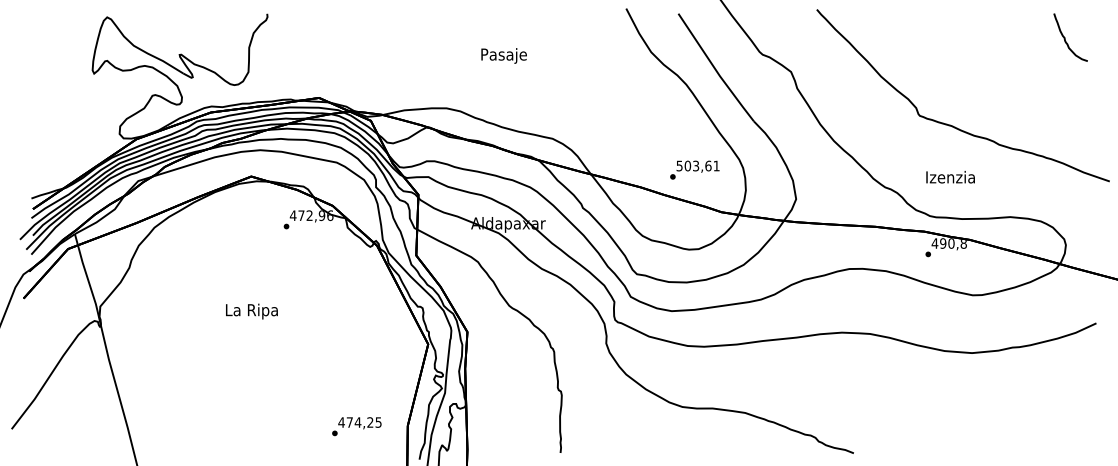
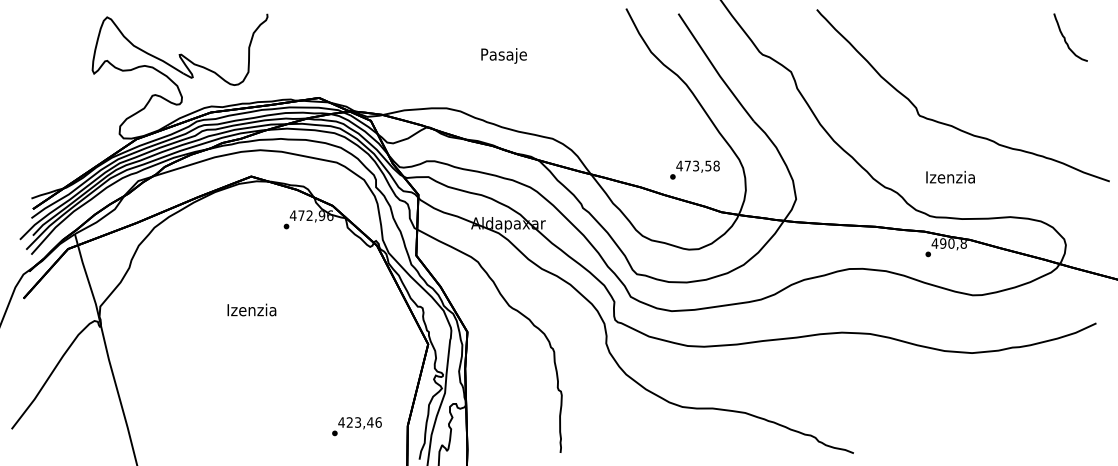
text at (697, 165): 503,61 -> 473,58
text at (251, 311): La Ripa -> Izenzia
text at (363, 422): 474,25 -> 423,46
